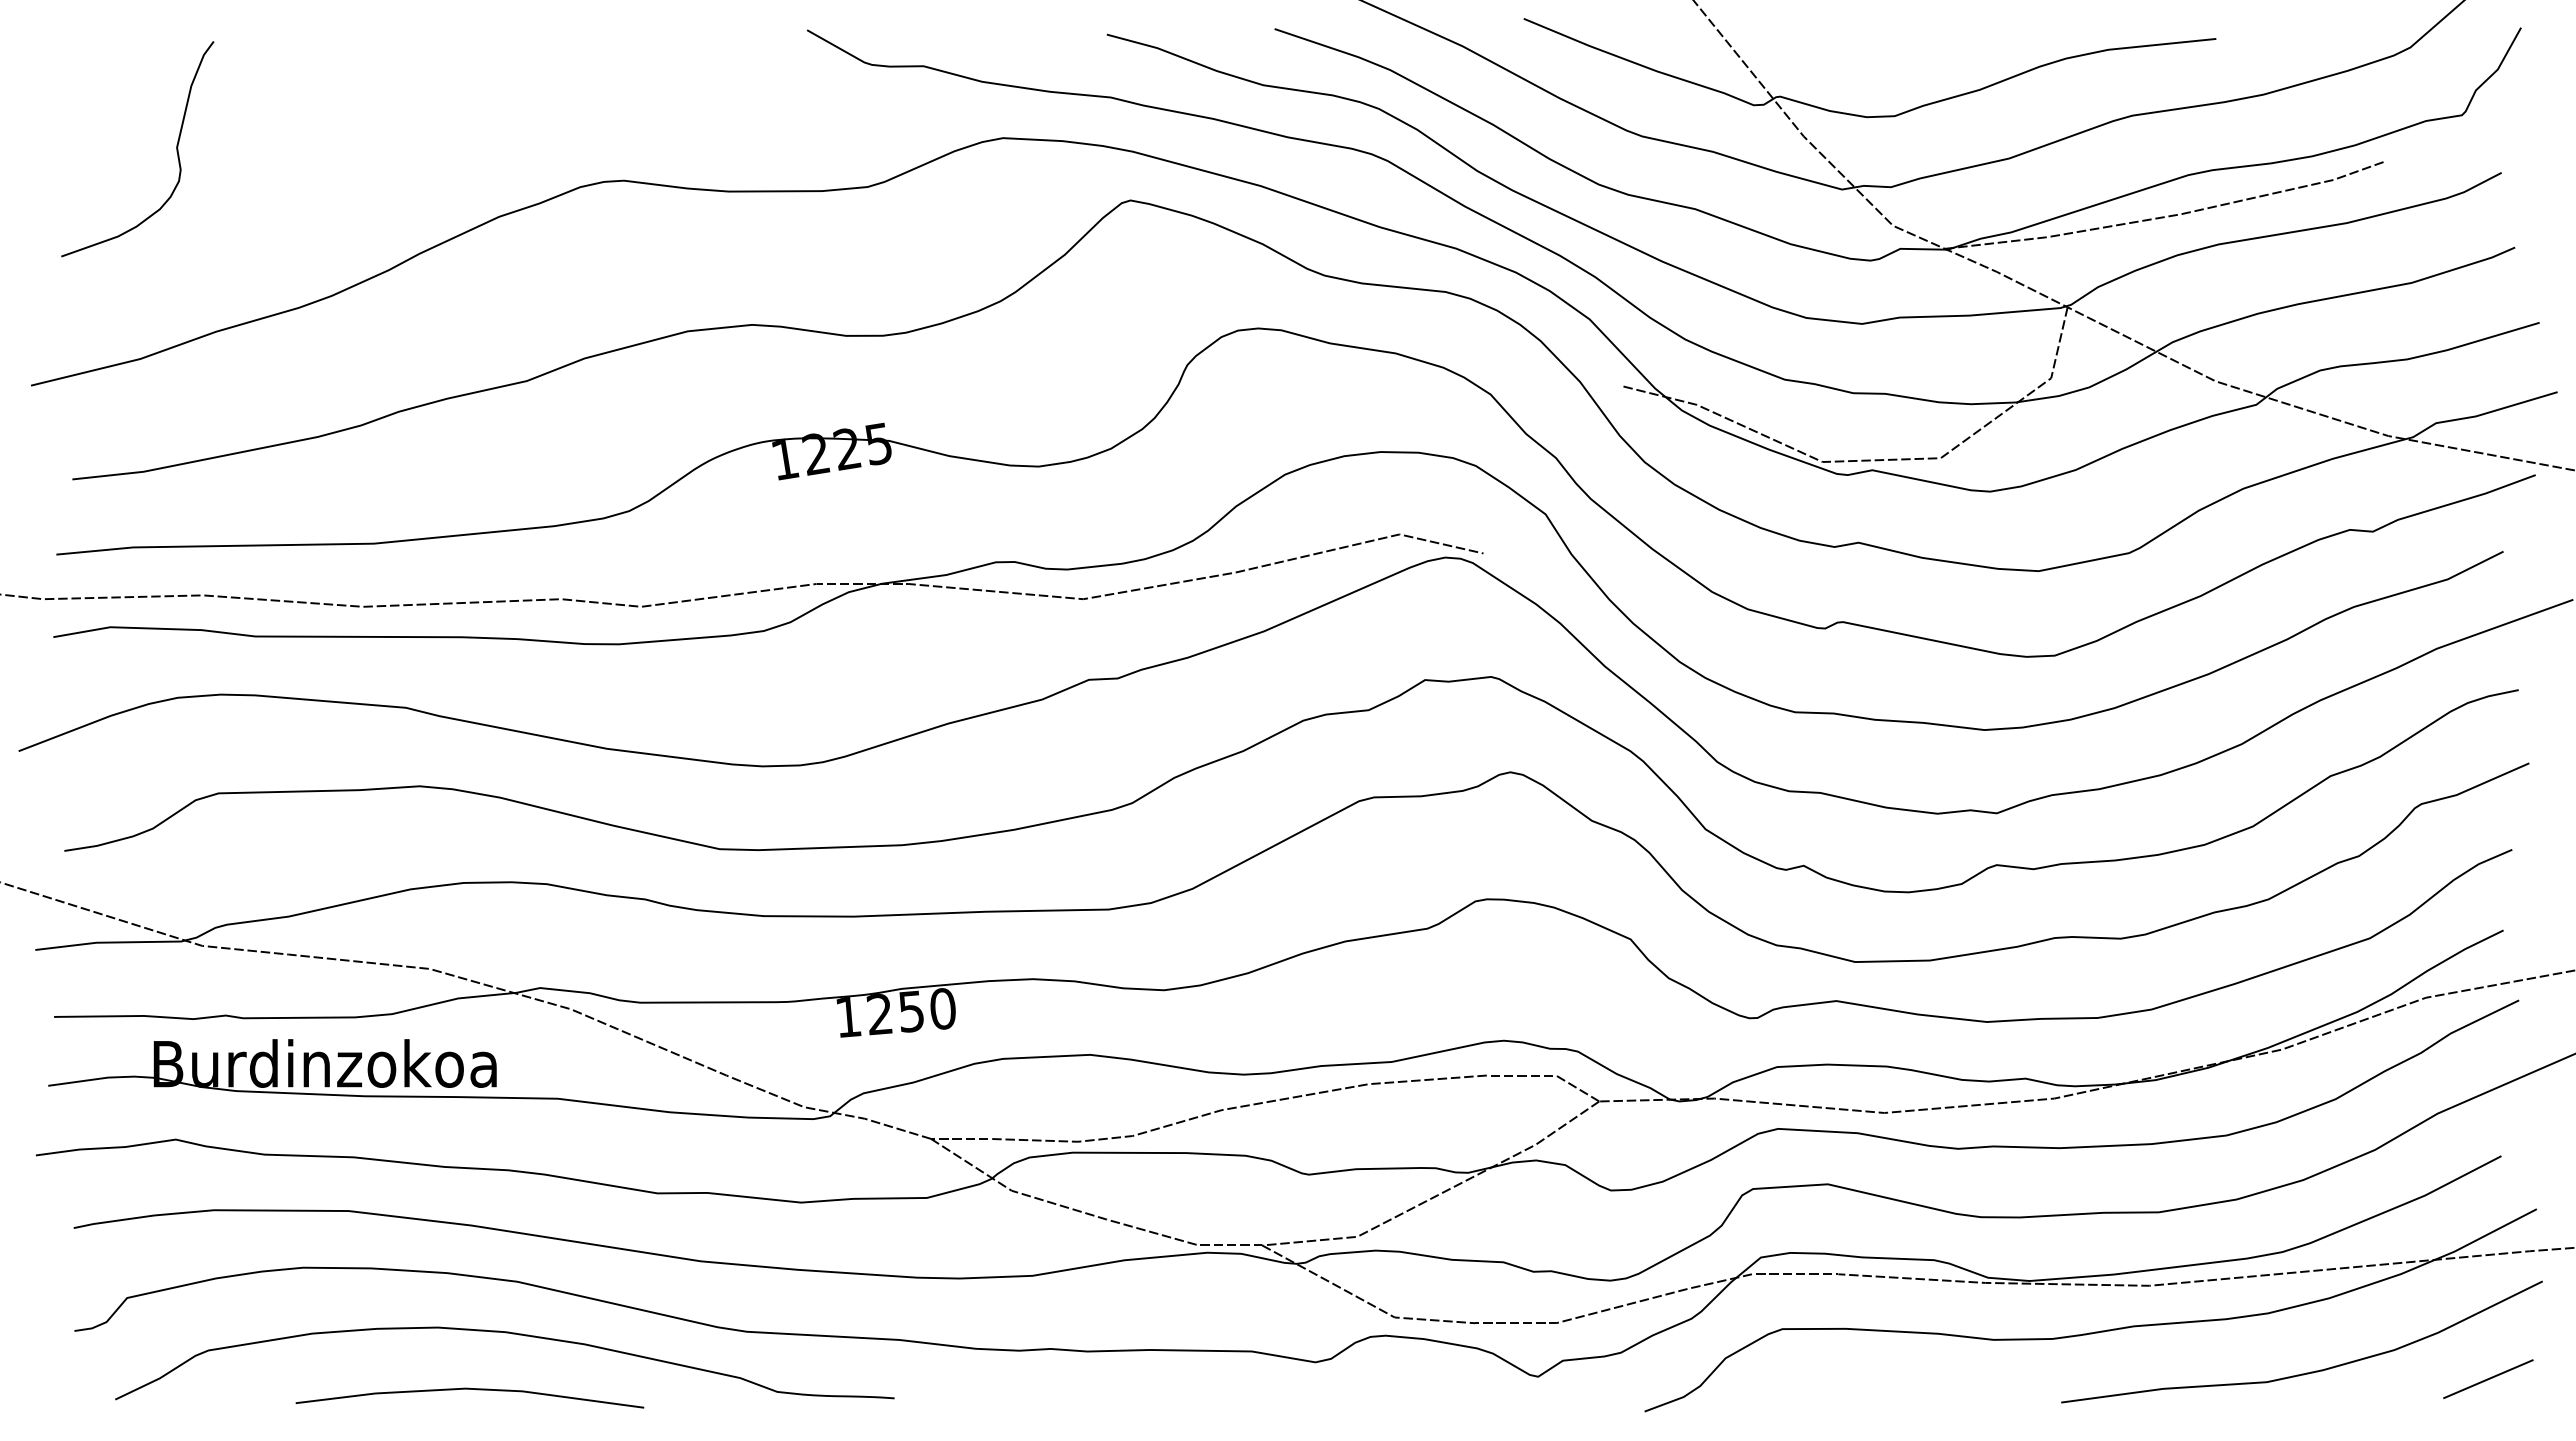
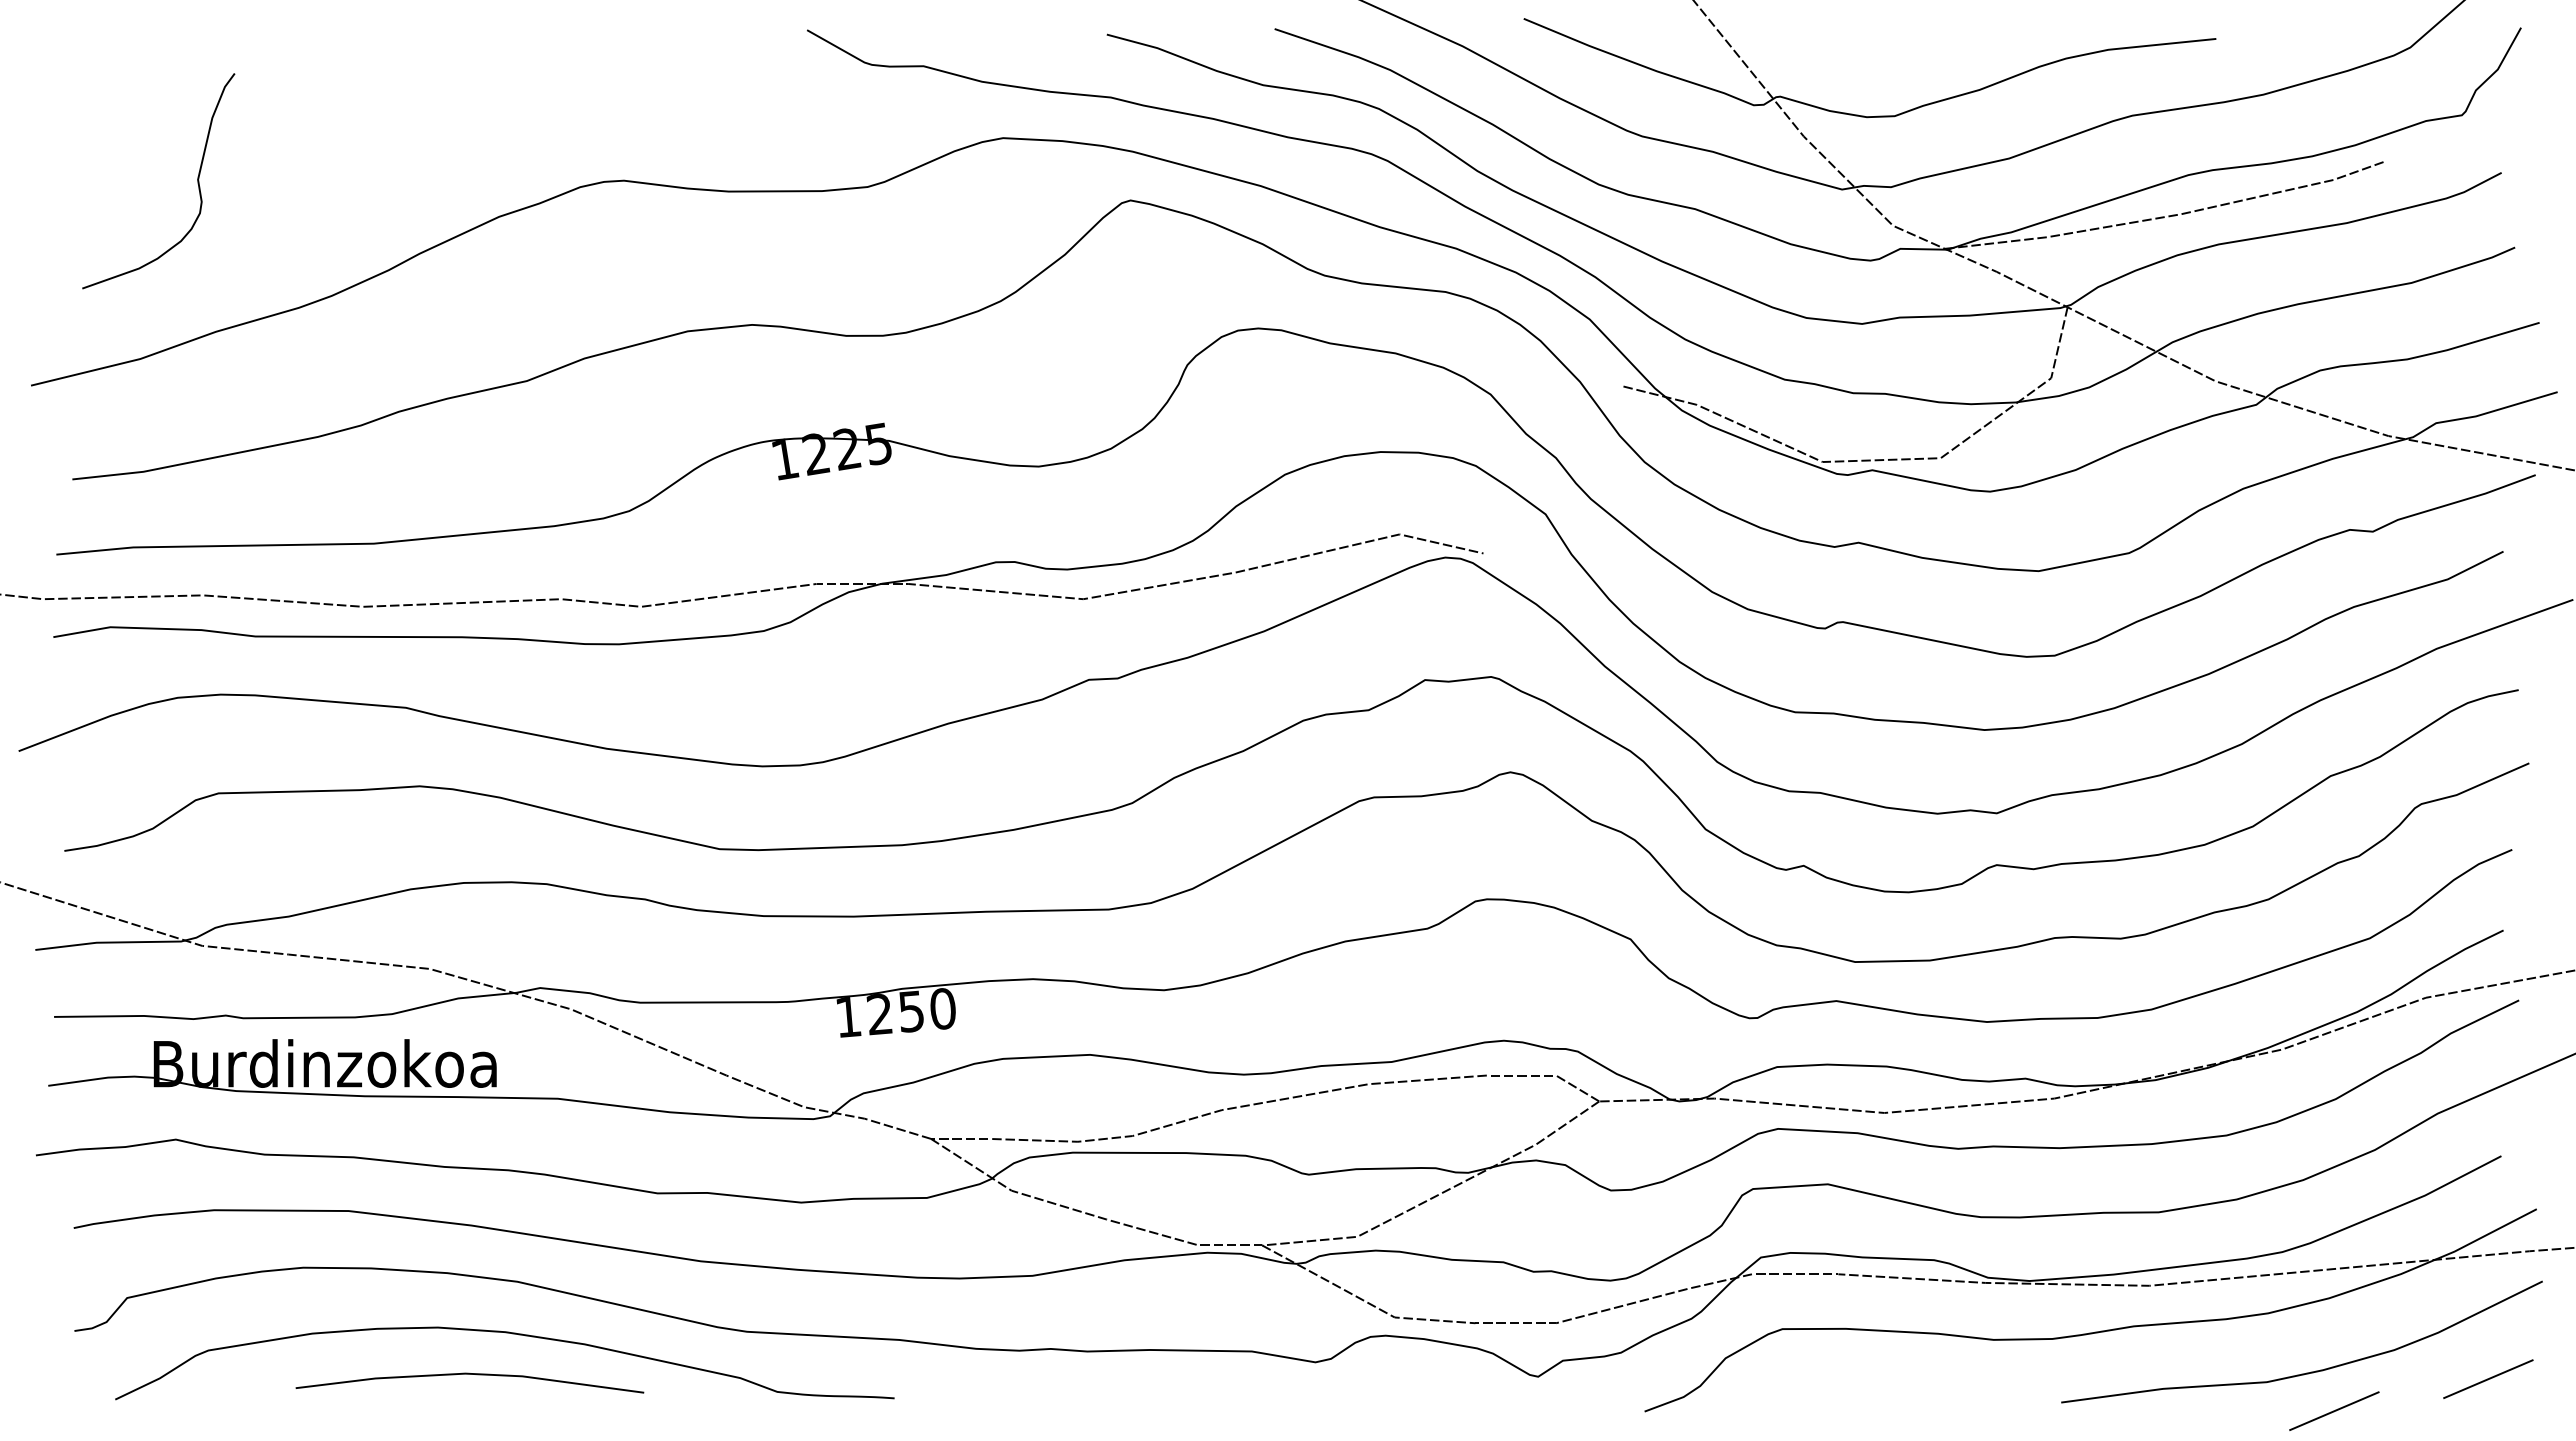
curve at (176, 149) position: (176, 149) -> (197, 181)
line at (469, 1389) position: (469, 1389) -> (469, 1374)
line at (2334, 1410): none -> present
